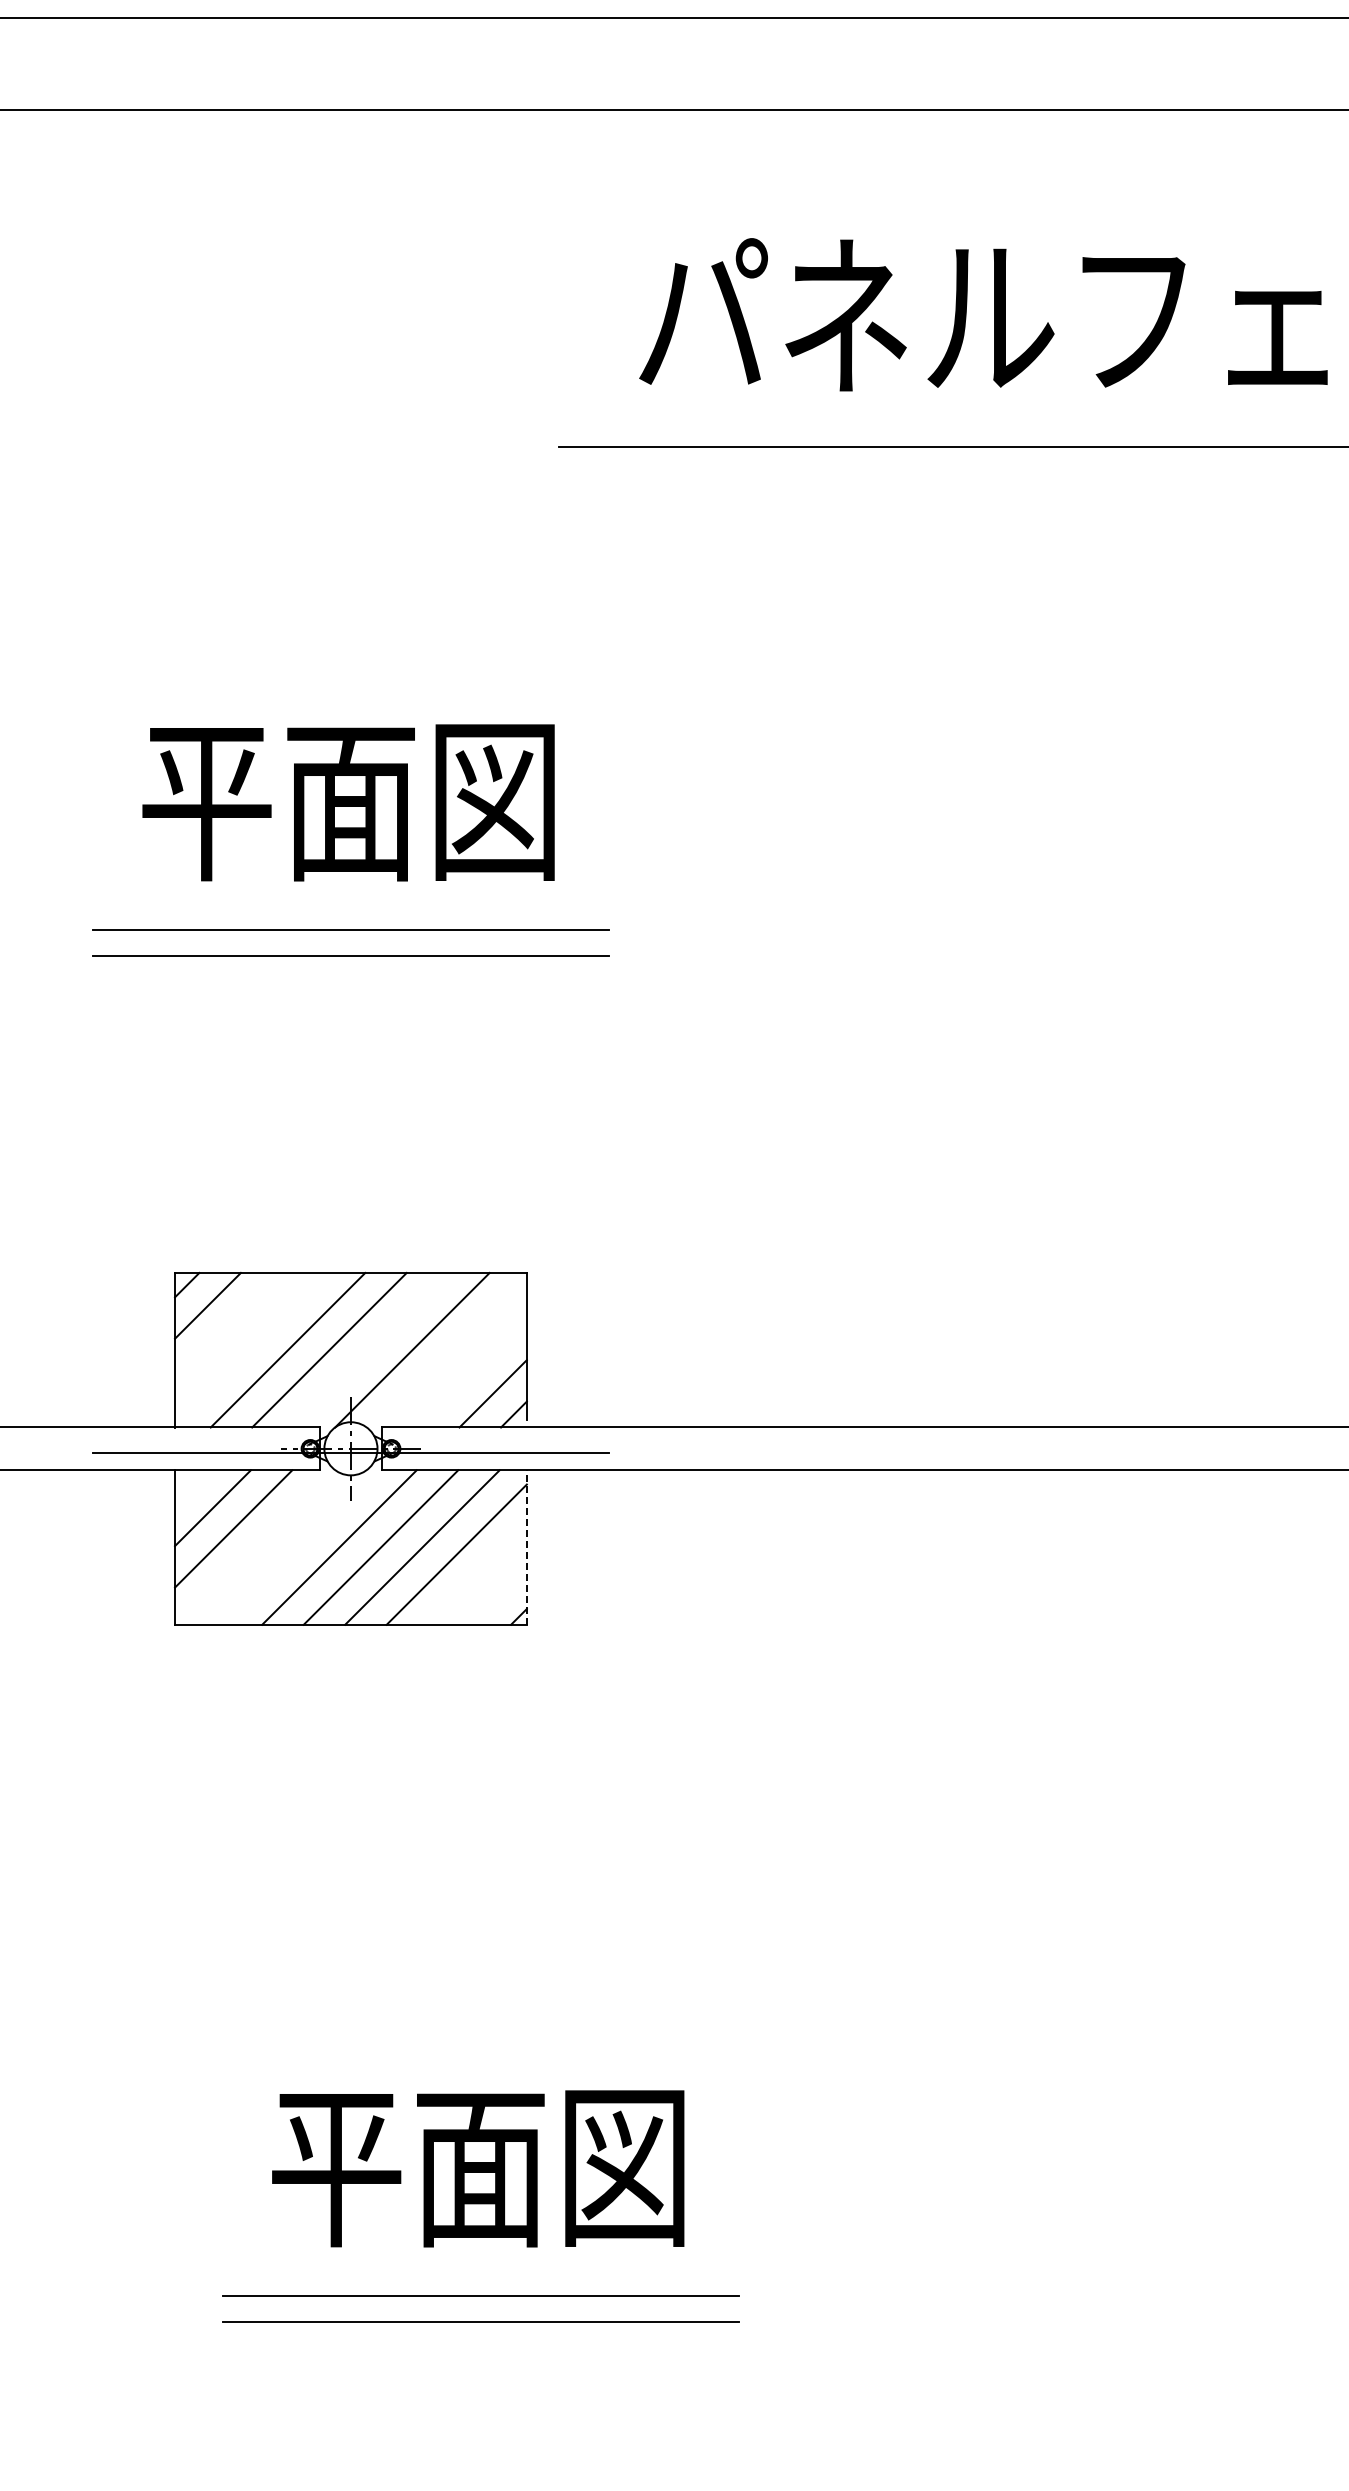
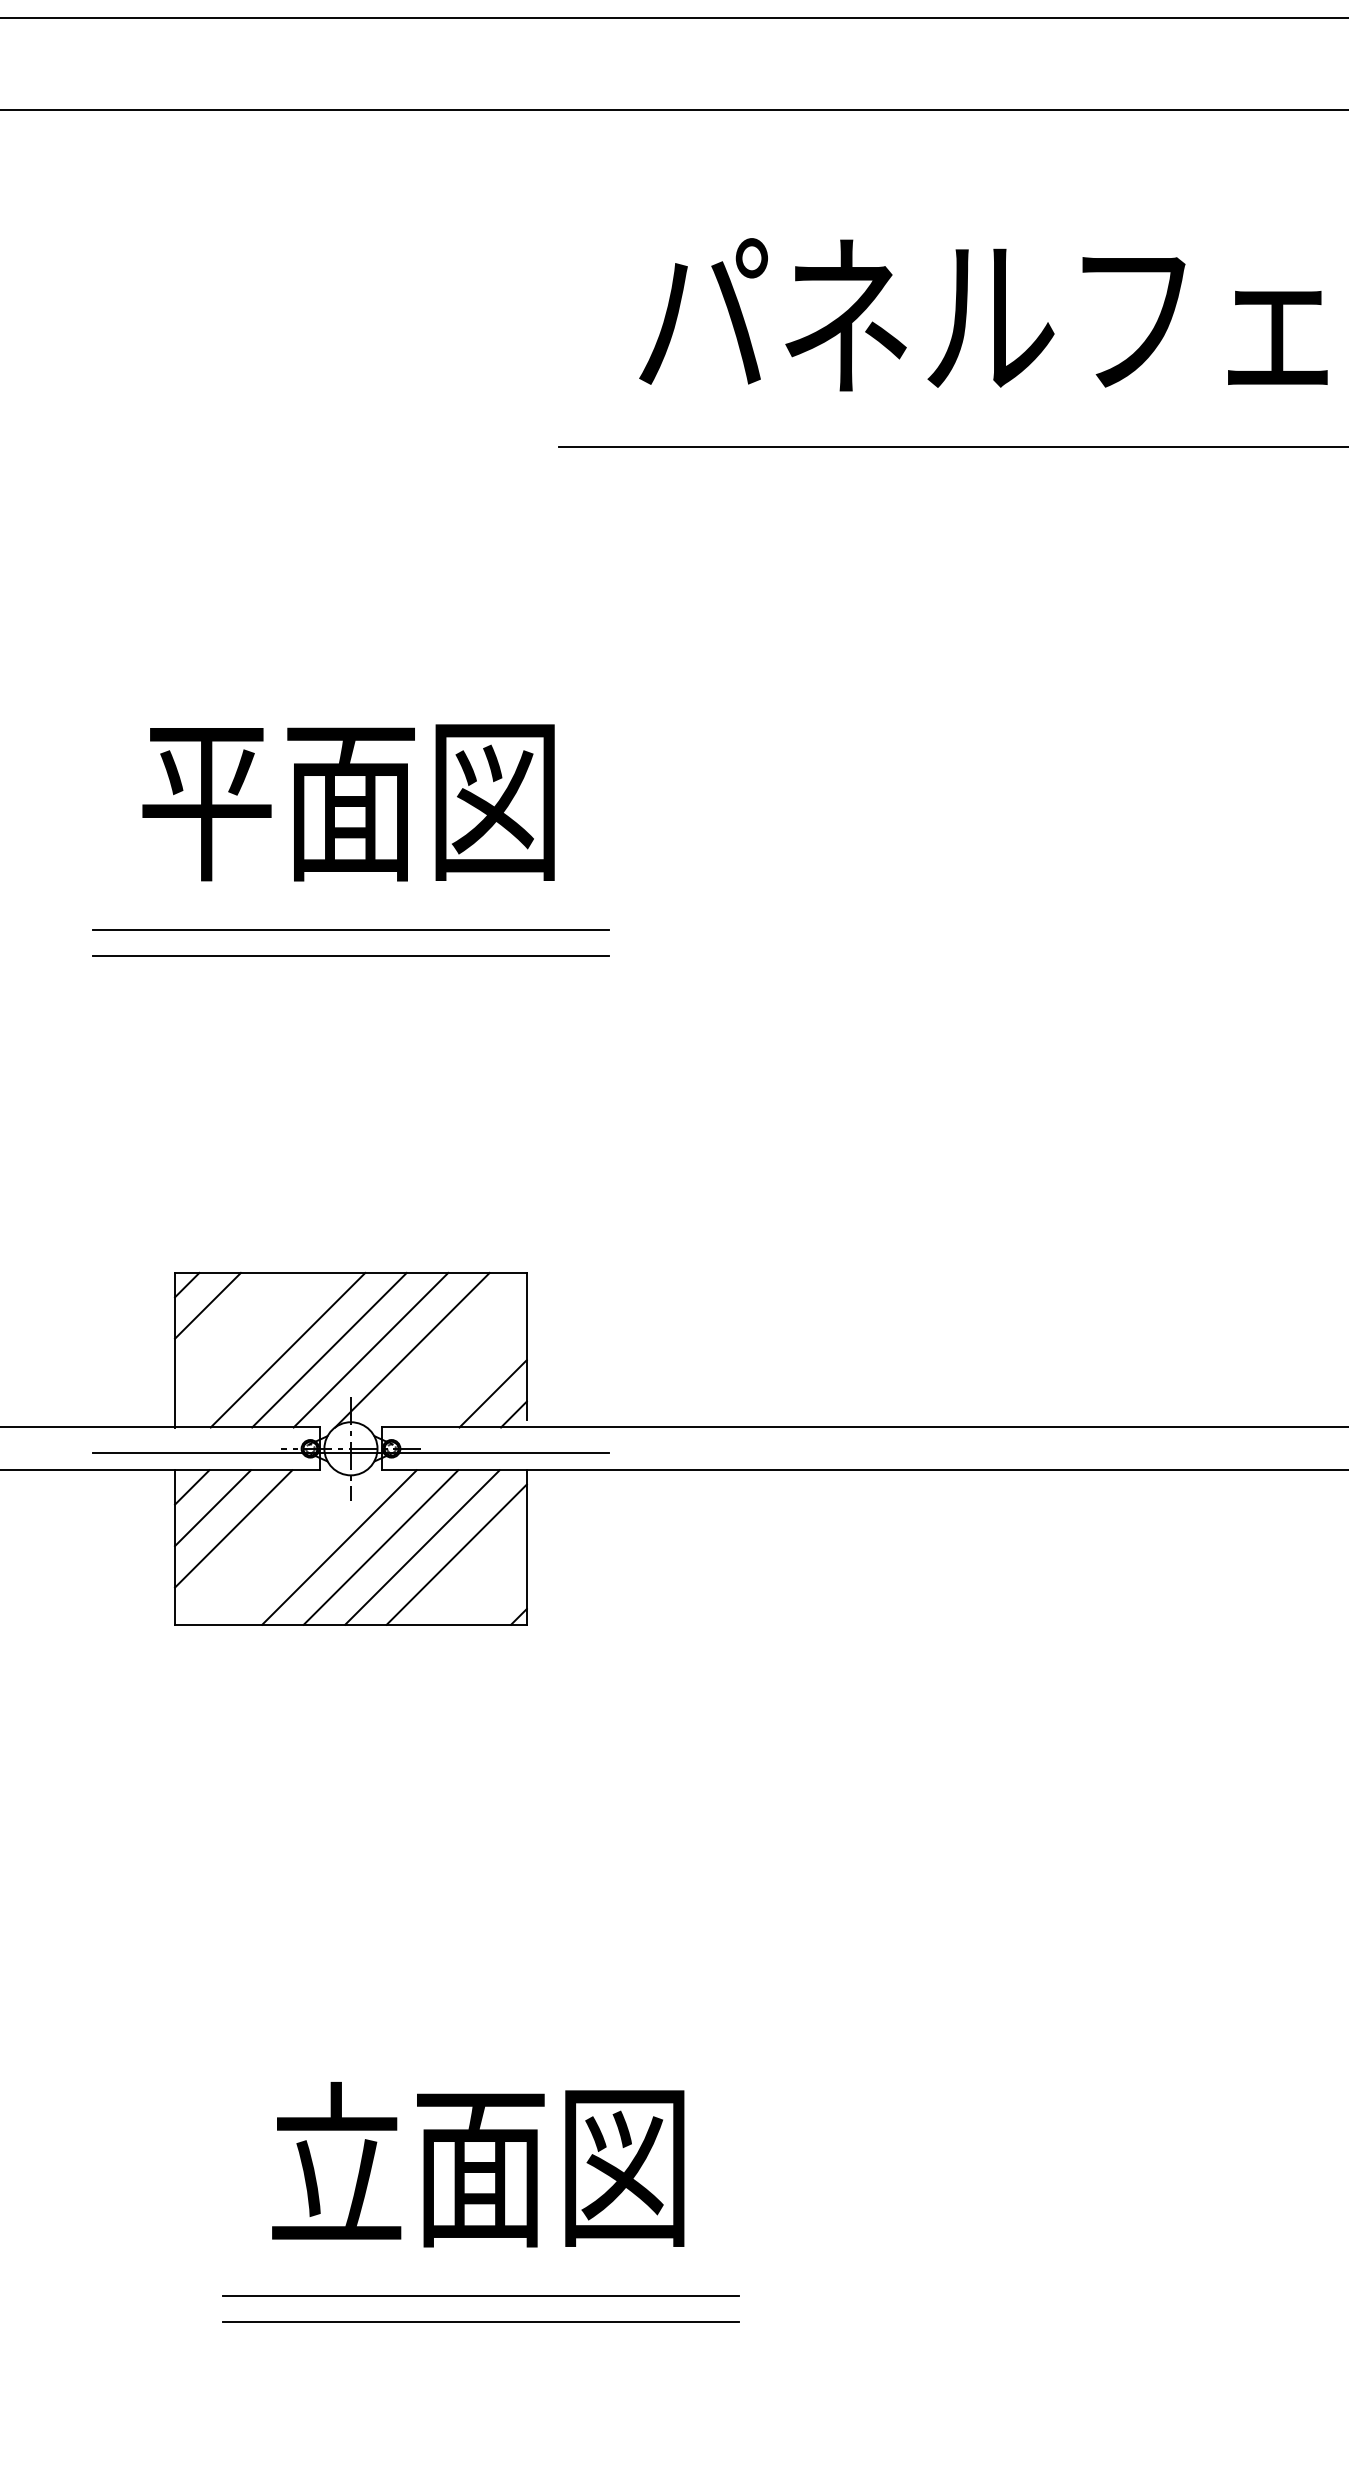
line at (370, 1349): none -> present
line at (192, 1487): none -> present
line at (526, 1547): dashed -> solid
text at (336, 2164): 平面図 -> 立面図
